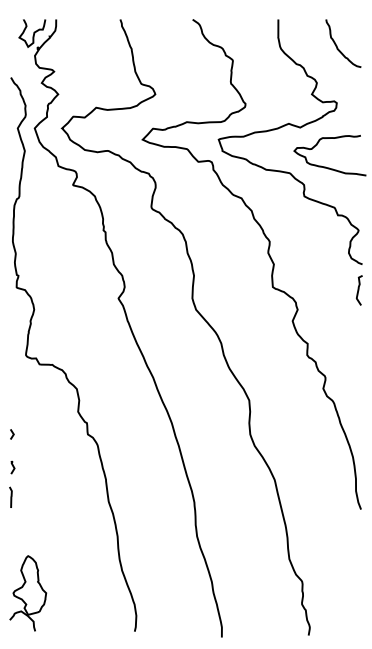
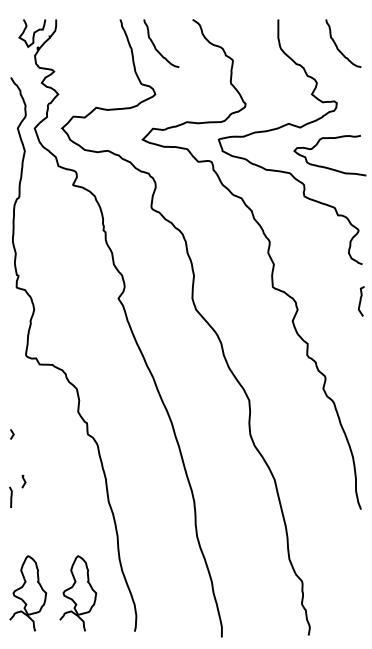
curve at (155, 45): none -> present
curve at (358, 290) position: (358, 290) -> (360, 301)
line at (12, 466) position: (12, 466) -> (23, 480)
part at (78, 593): none -> present
